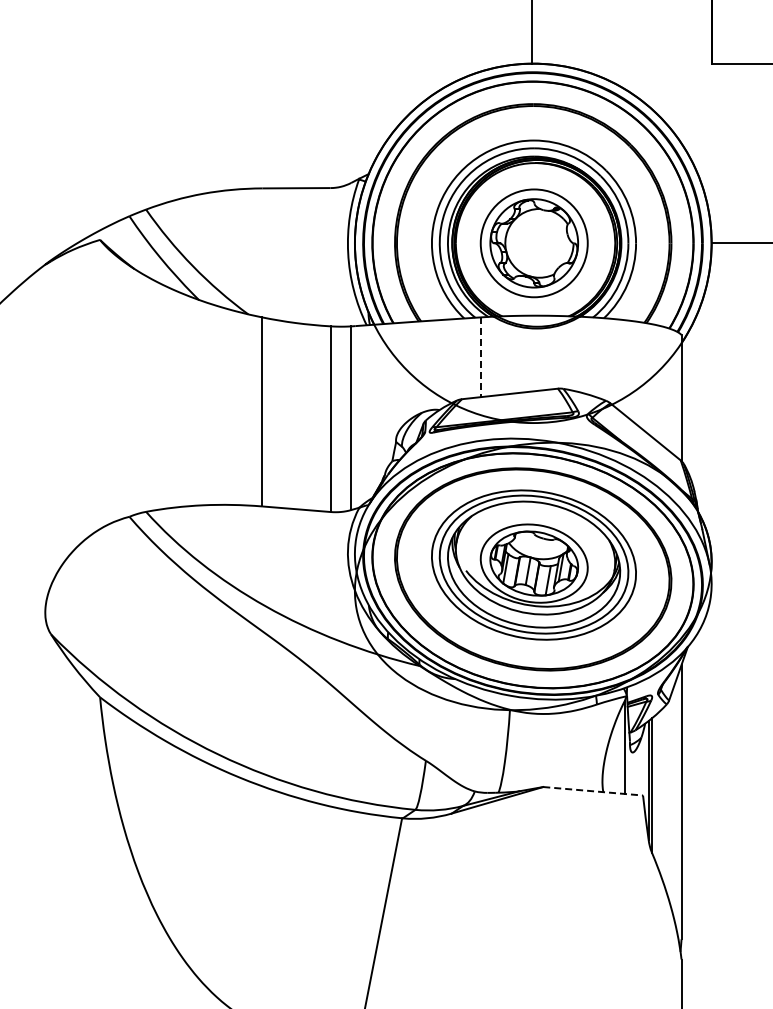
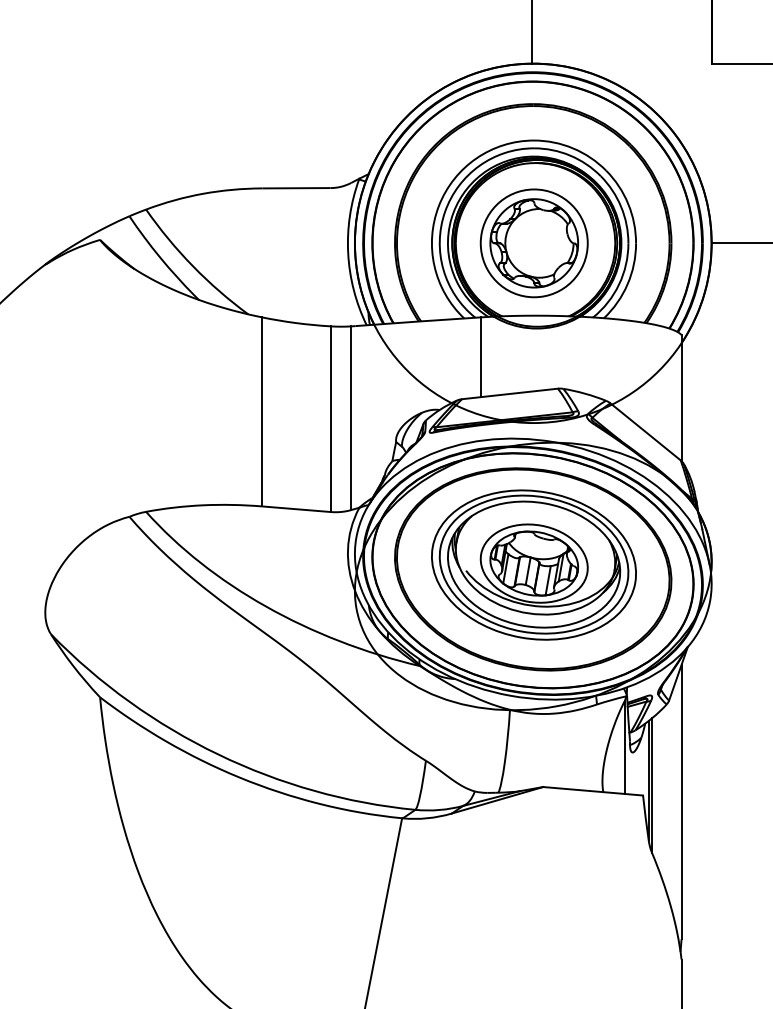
line at (480, 357): dashed -> solid
line at (593, 791): dashed -> solid
